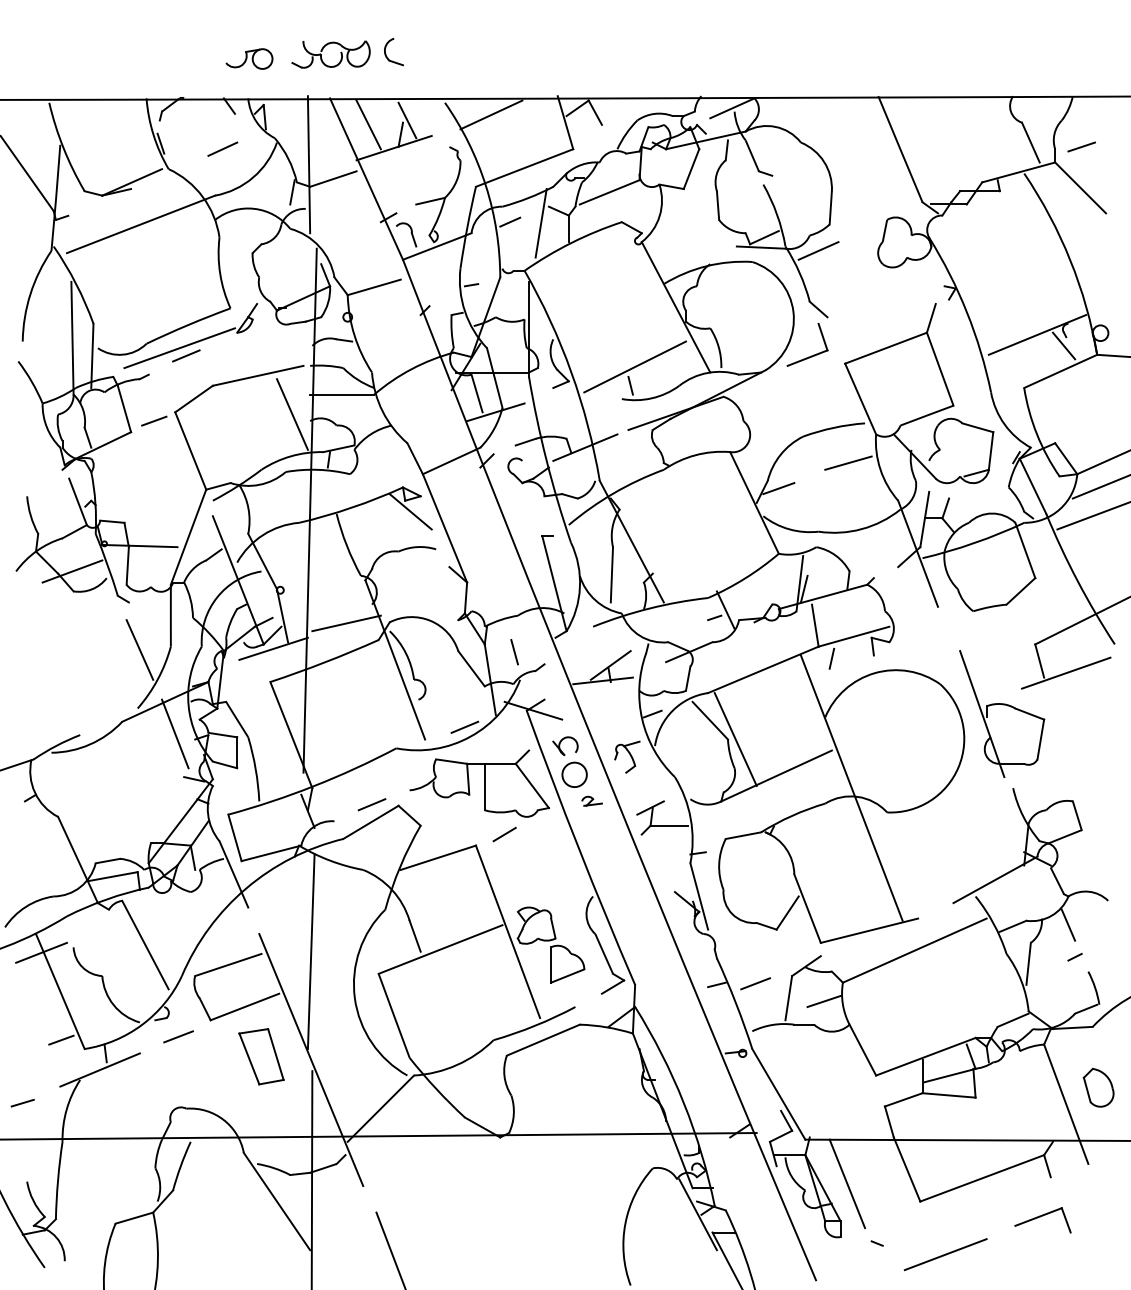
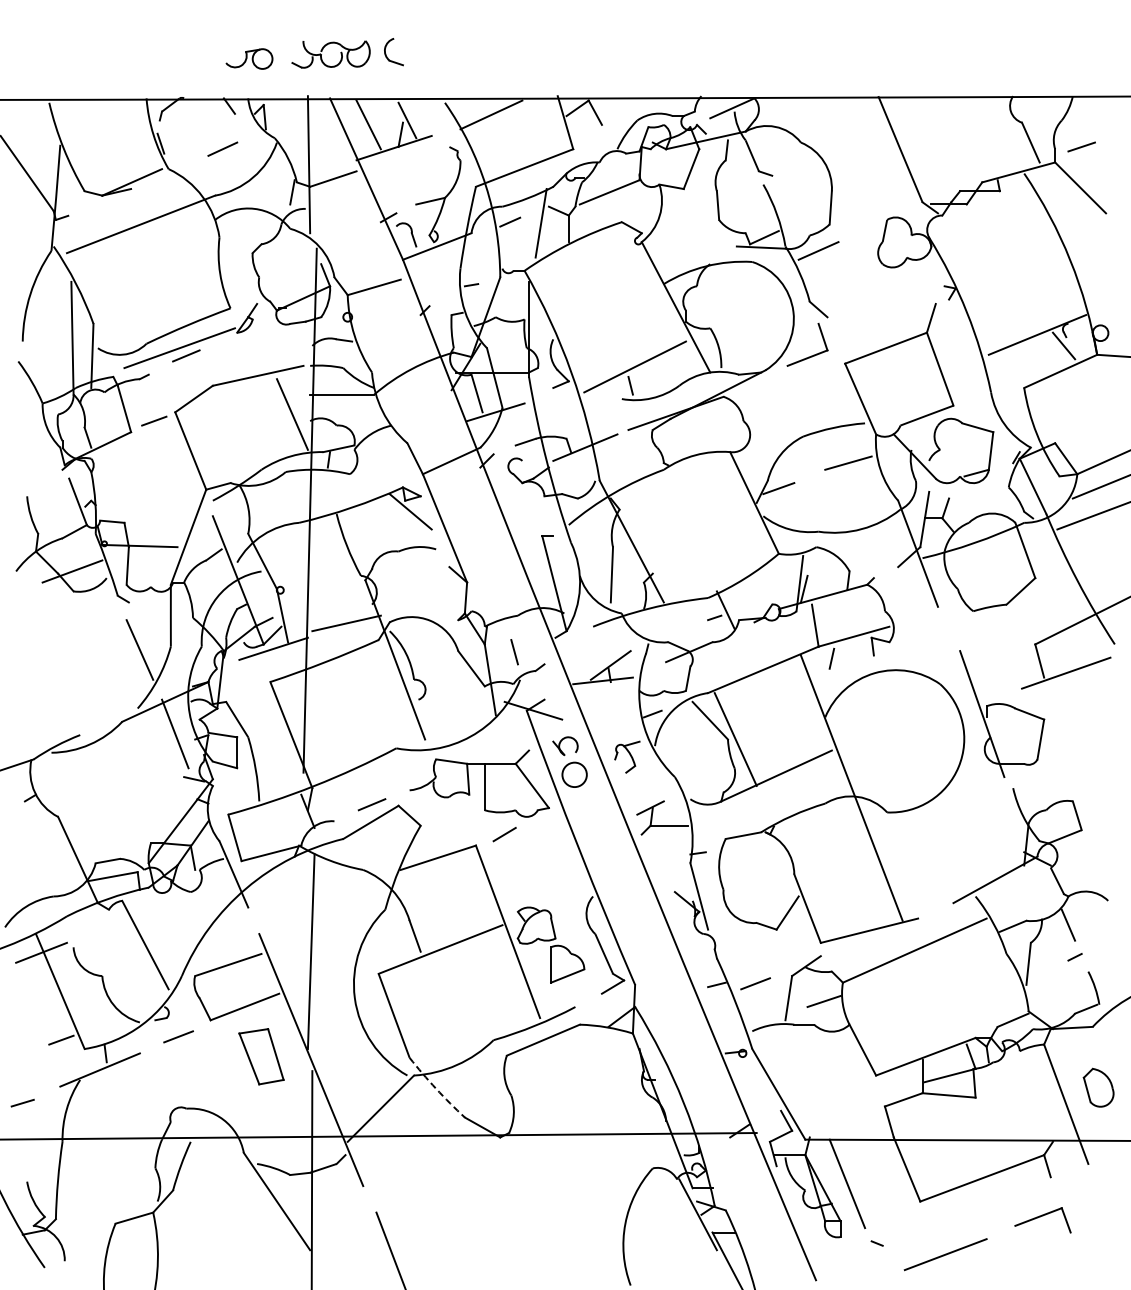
line at (464, 726): present -> none
part at (591, 800): present -> none
arc at (436, 1088): solid -> dashed
